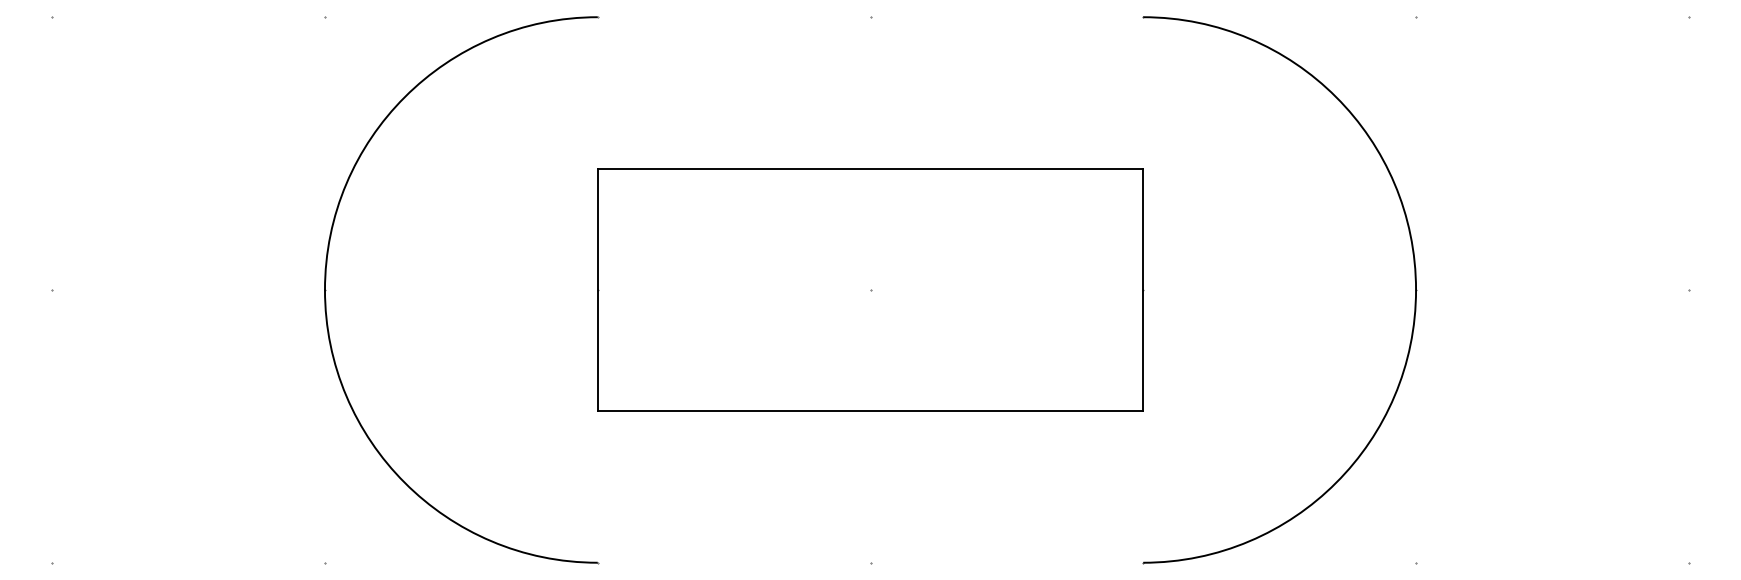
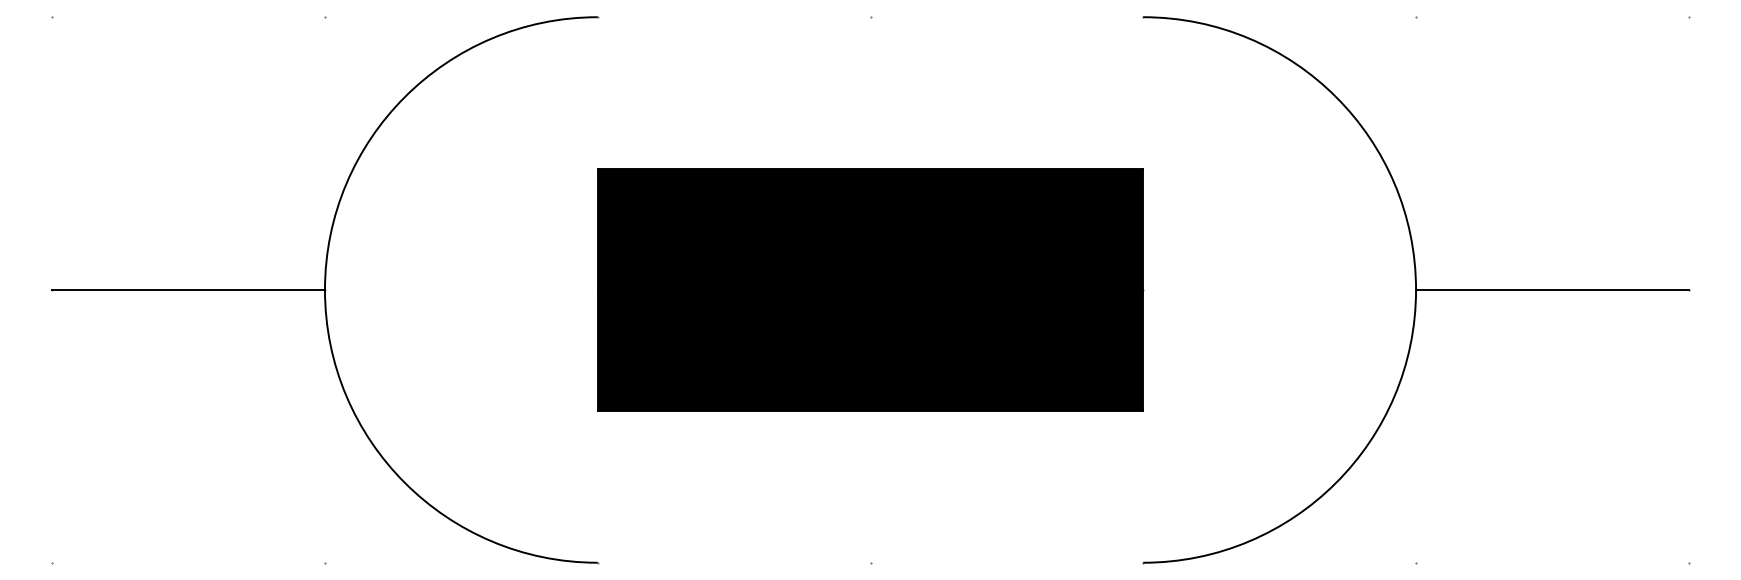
line at (188, 289): none -> present
fill at (870, 289): none -> present
line at (1552, 289): none -> present
